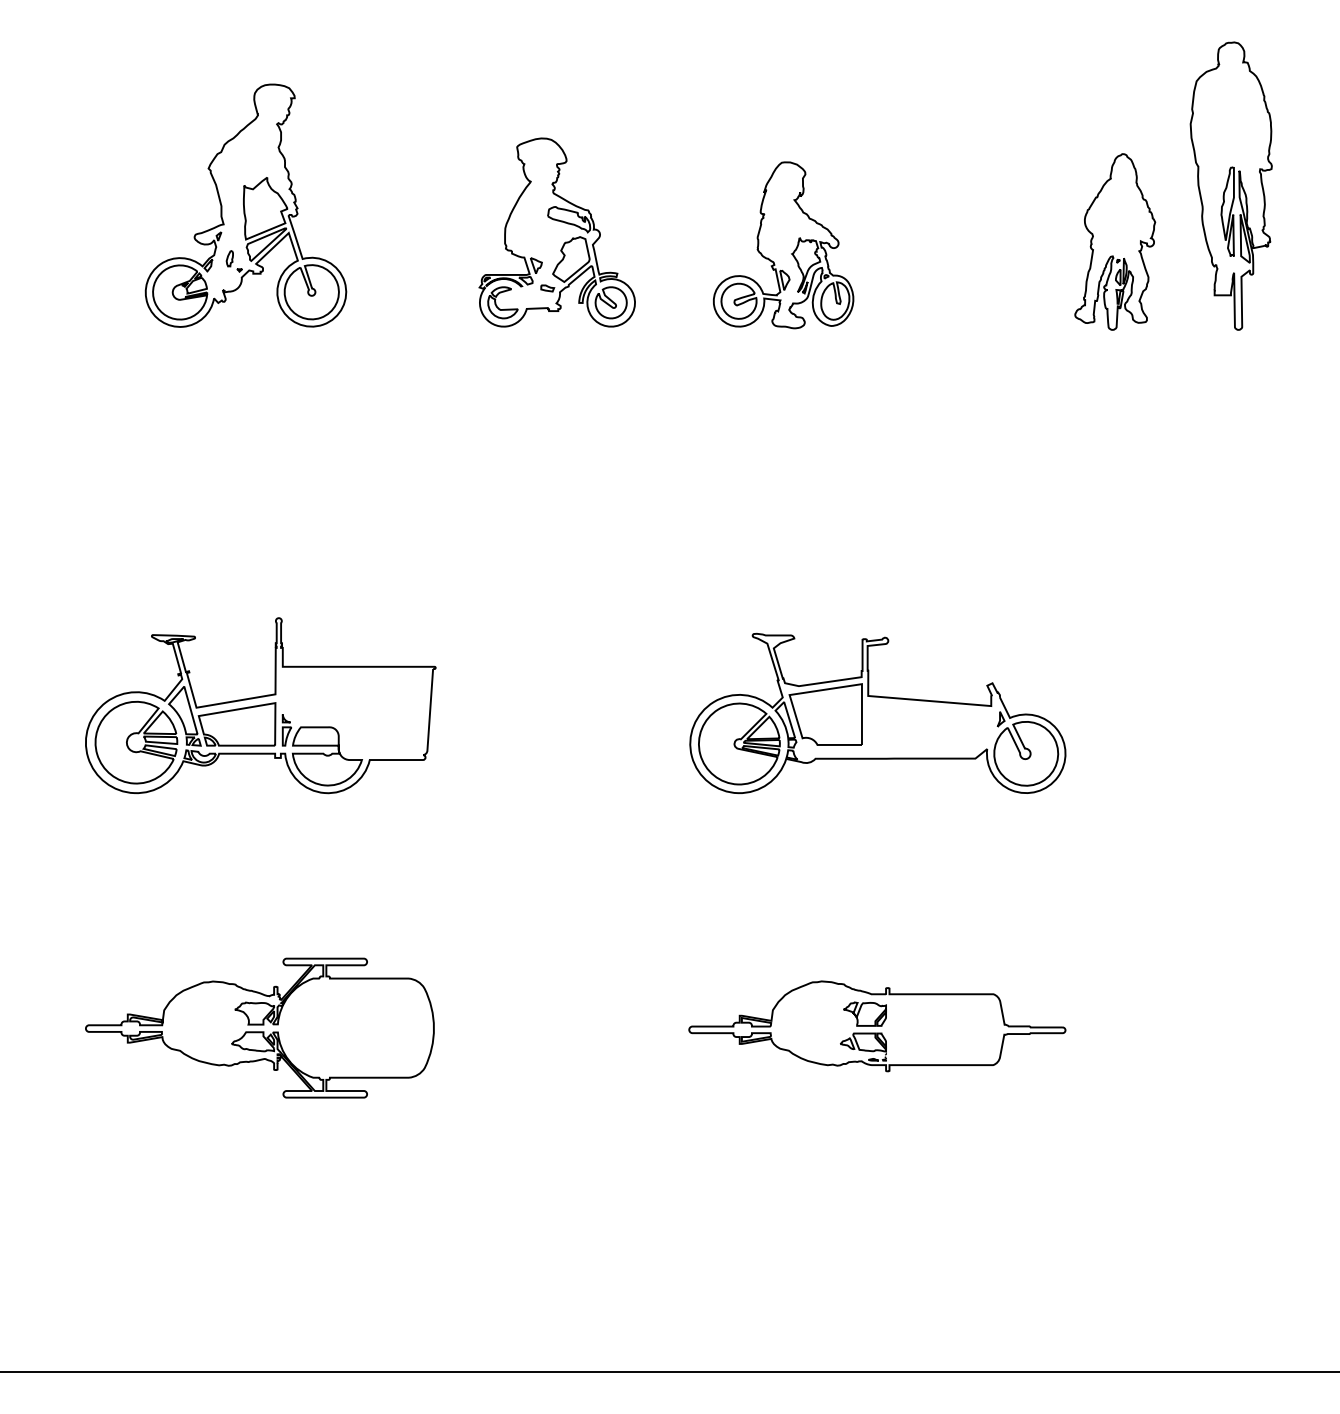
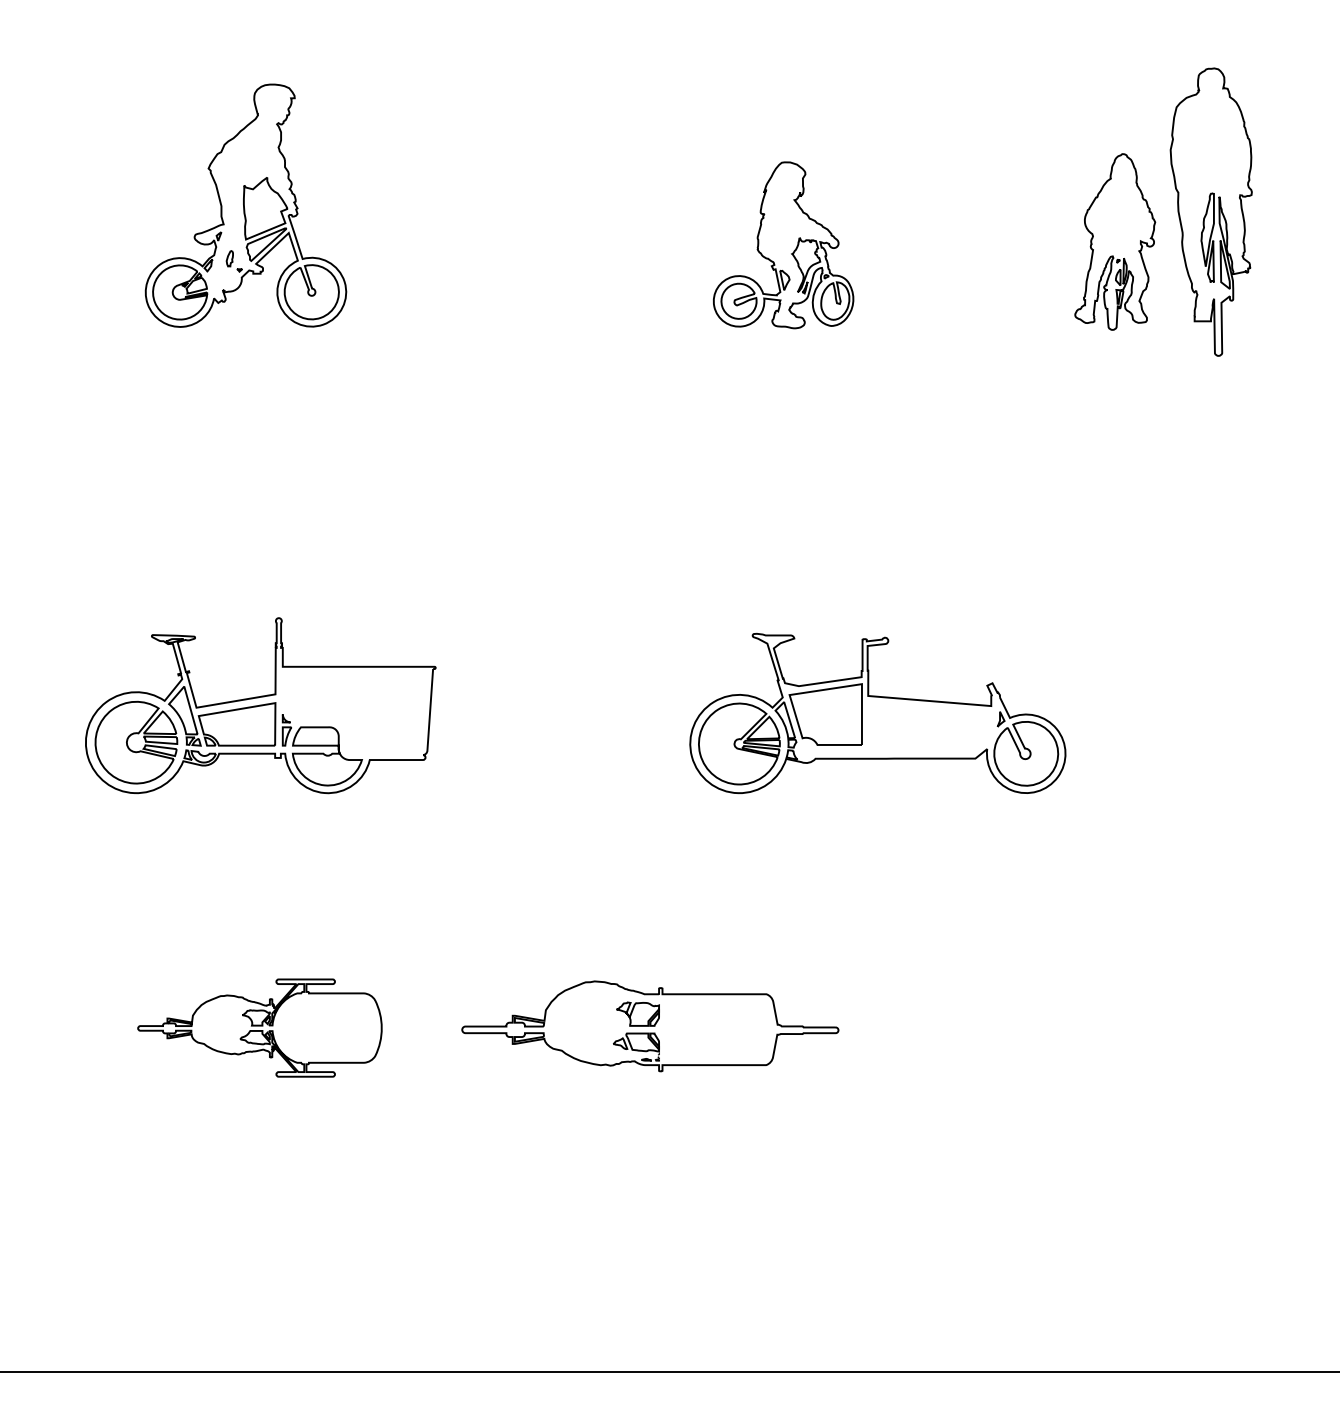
part at (1230, 185) position: (1230, 185) -> (1210, 211)
part at (556, 232): present -> none
part at (877, 1026) position: (877, 1026) -> (650, 1026)
part at (259, 1027) size: 350x142 px -> 246x100 px
